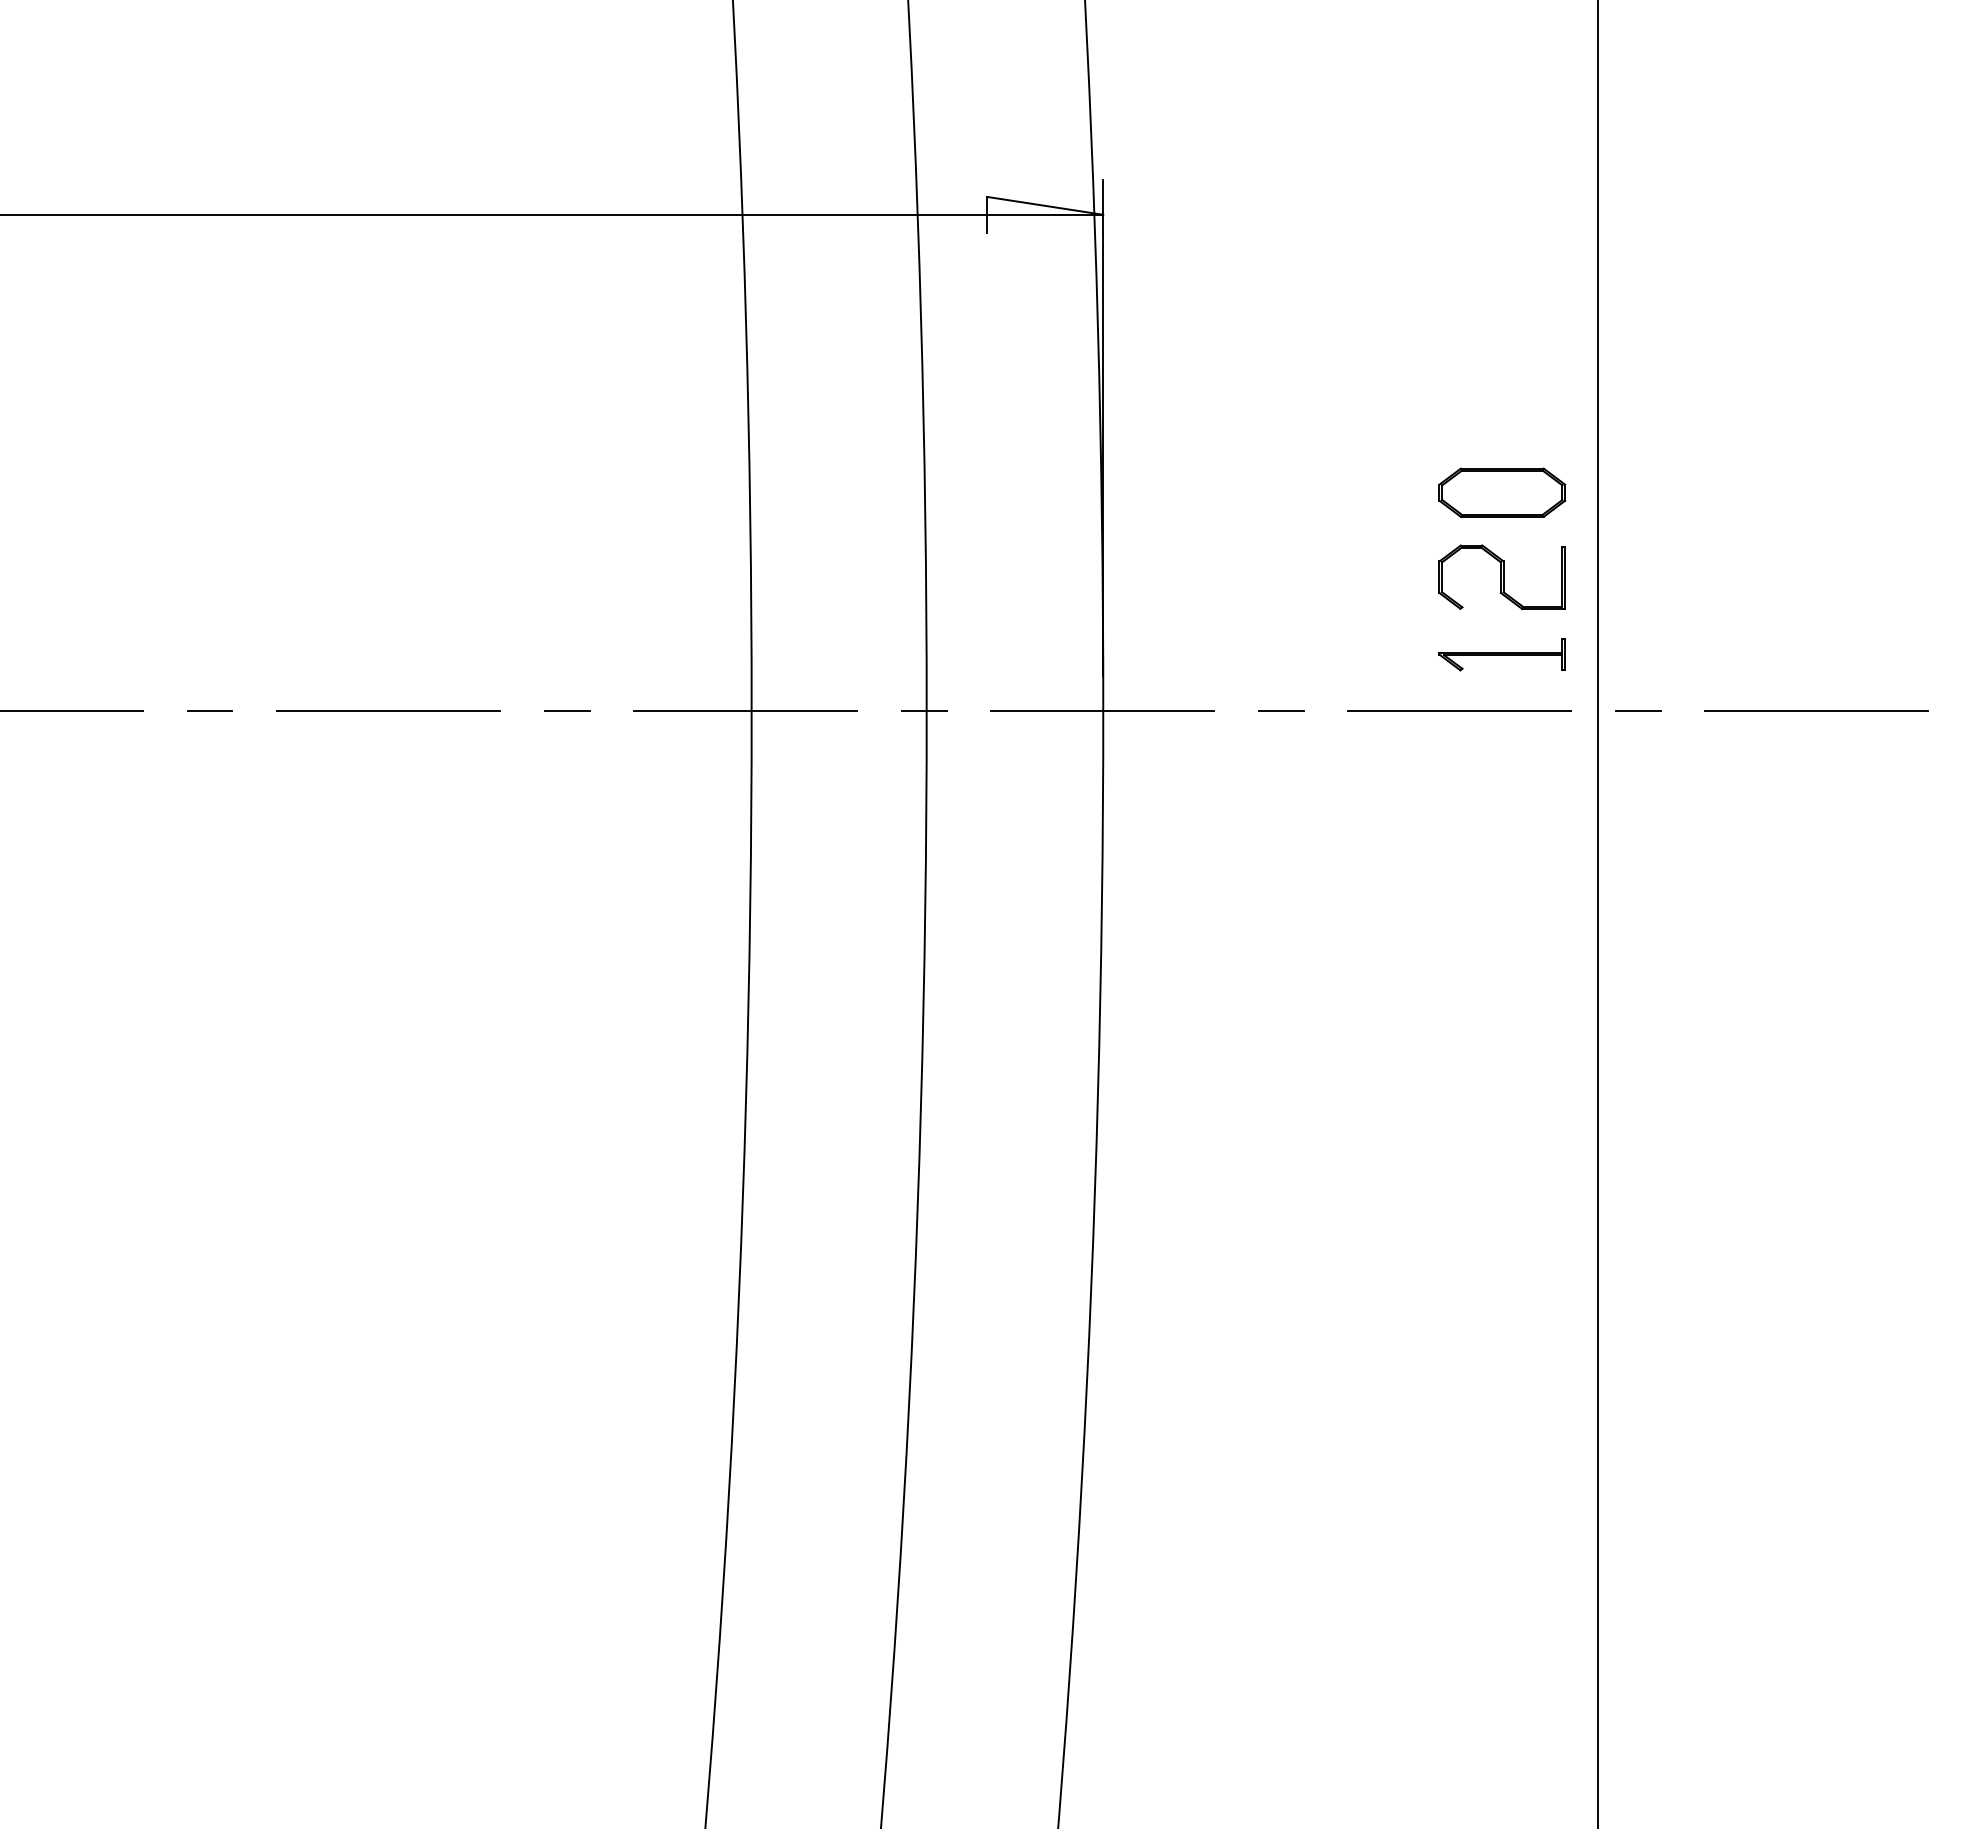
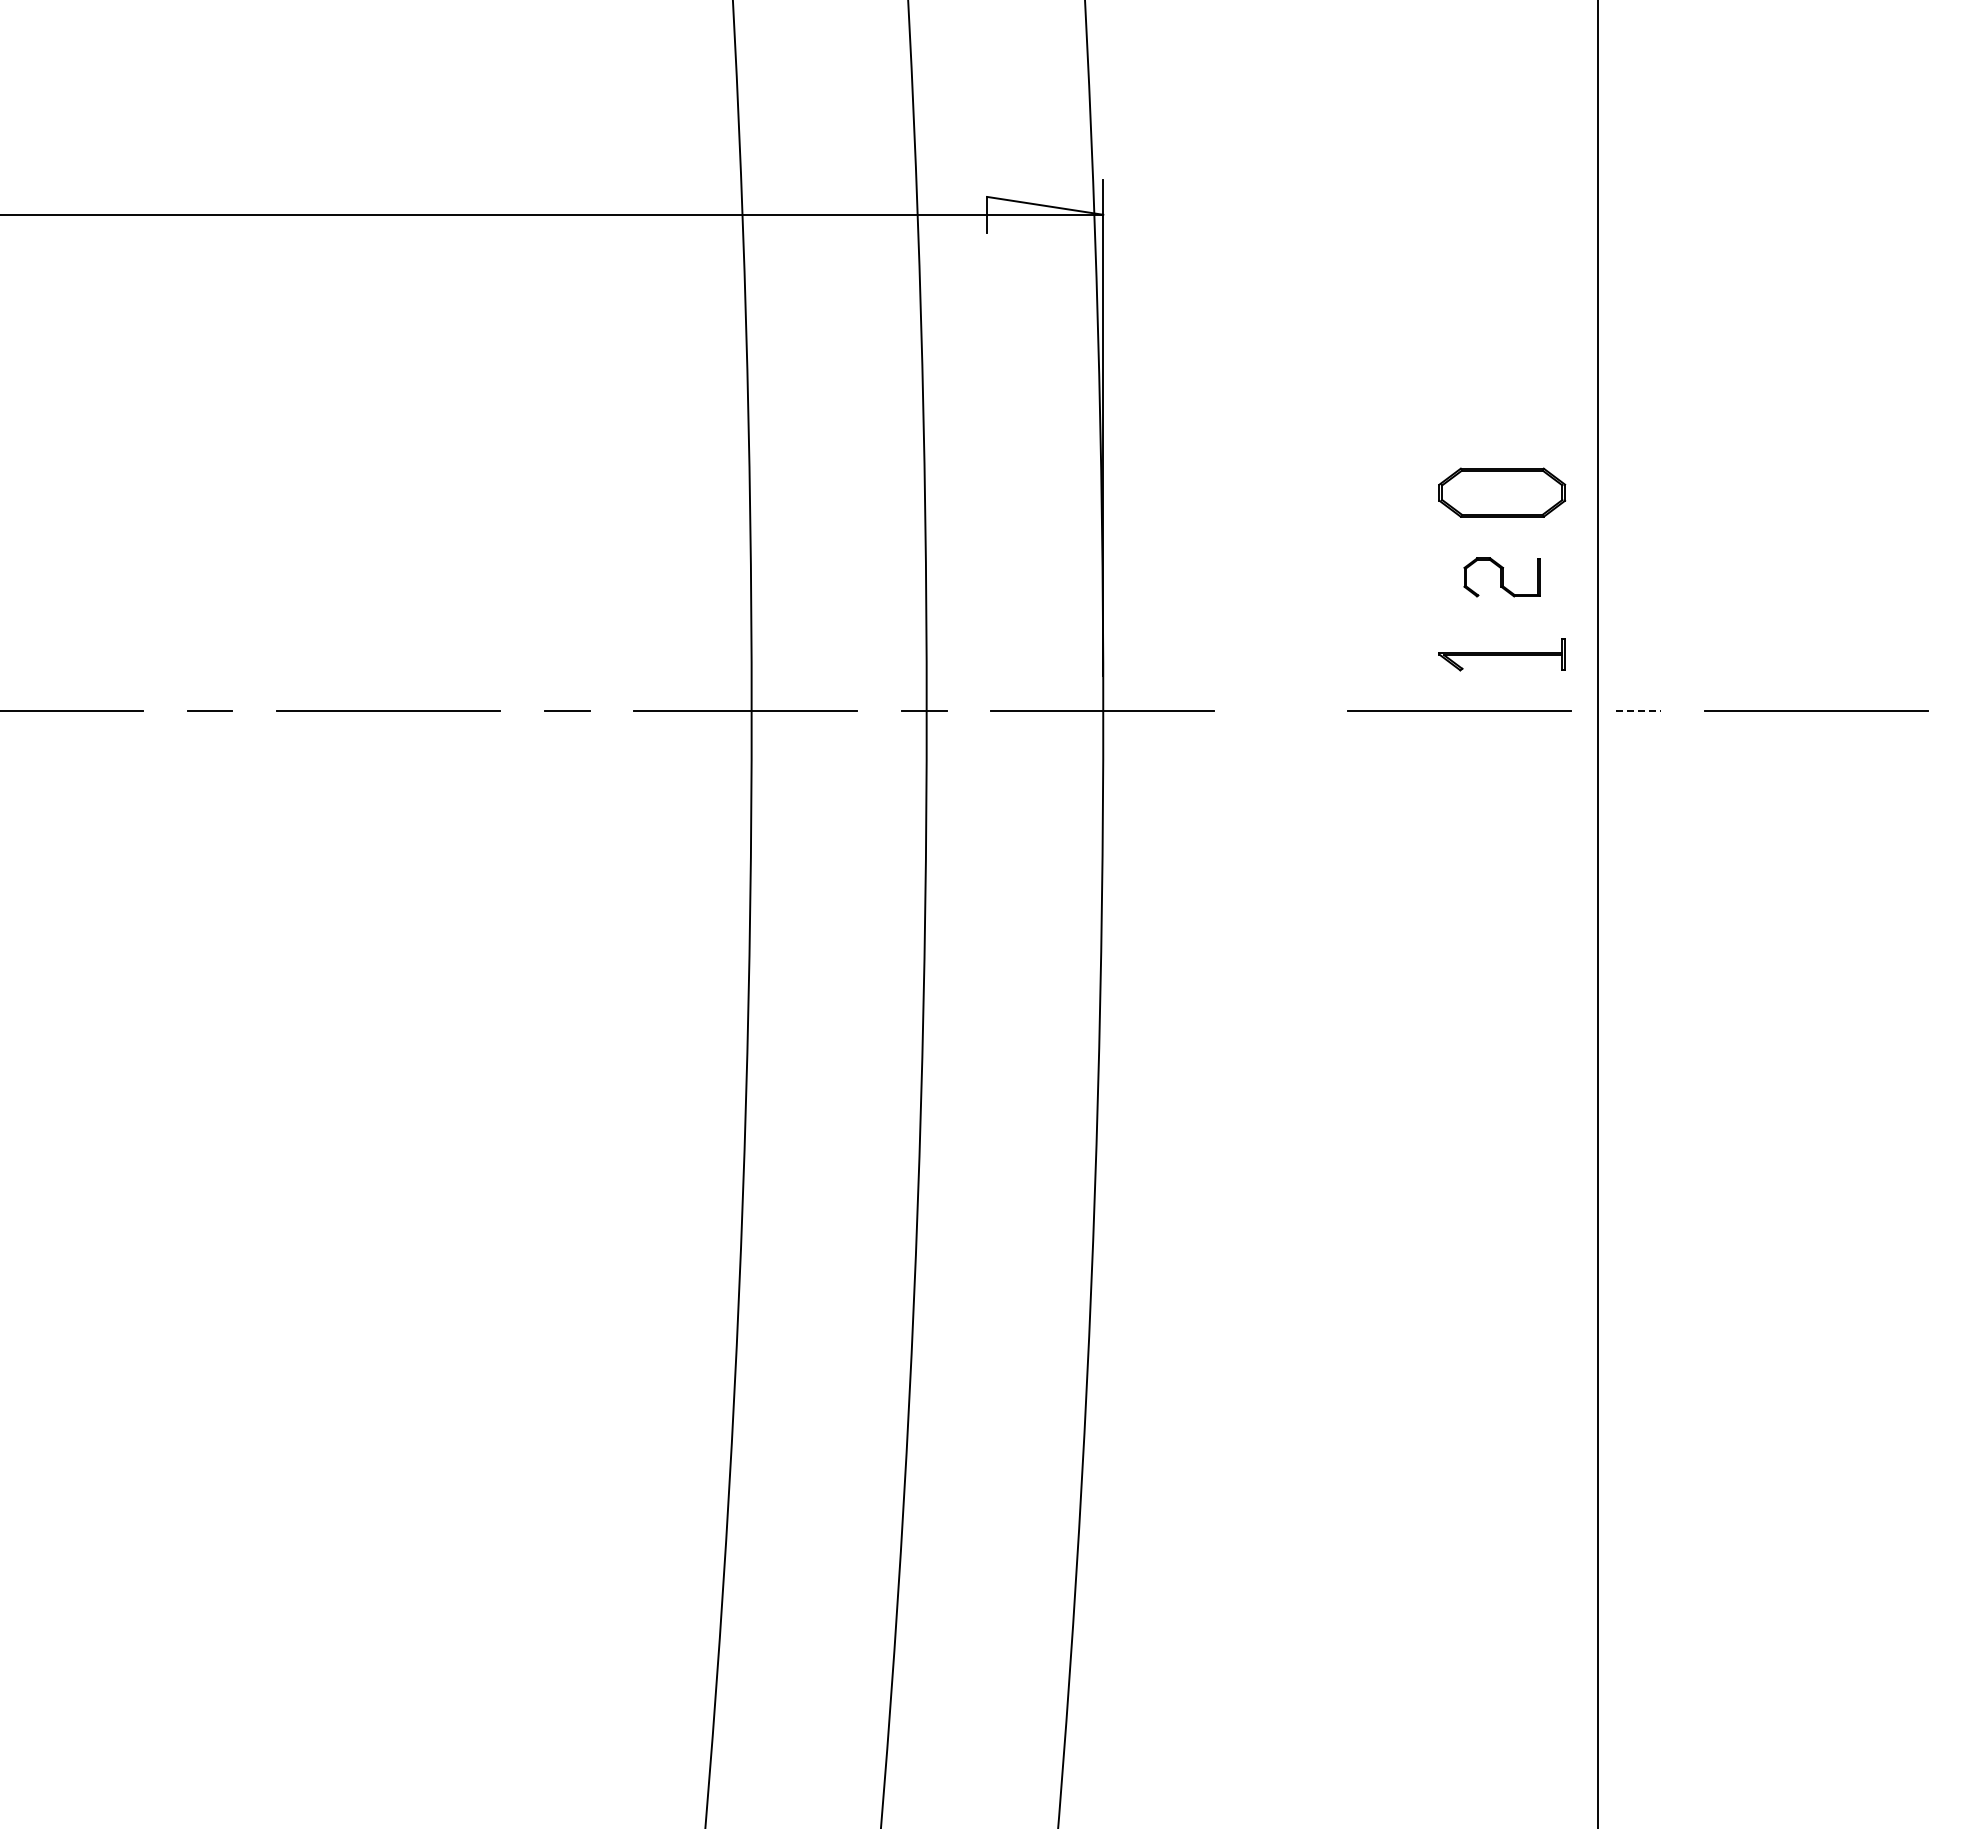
part at (1501, 577) size: 128x67 px -> 78x41 px
line at (1281, 710): present -> none
line at (1638, 711): solid -> dashed
